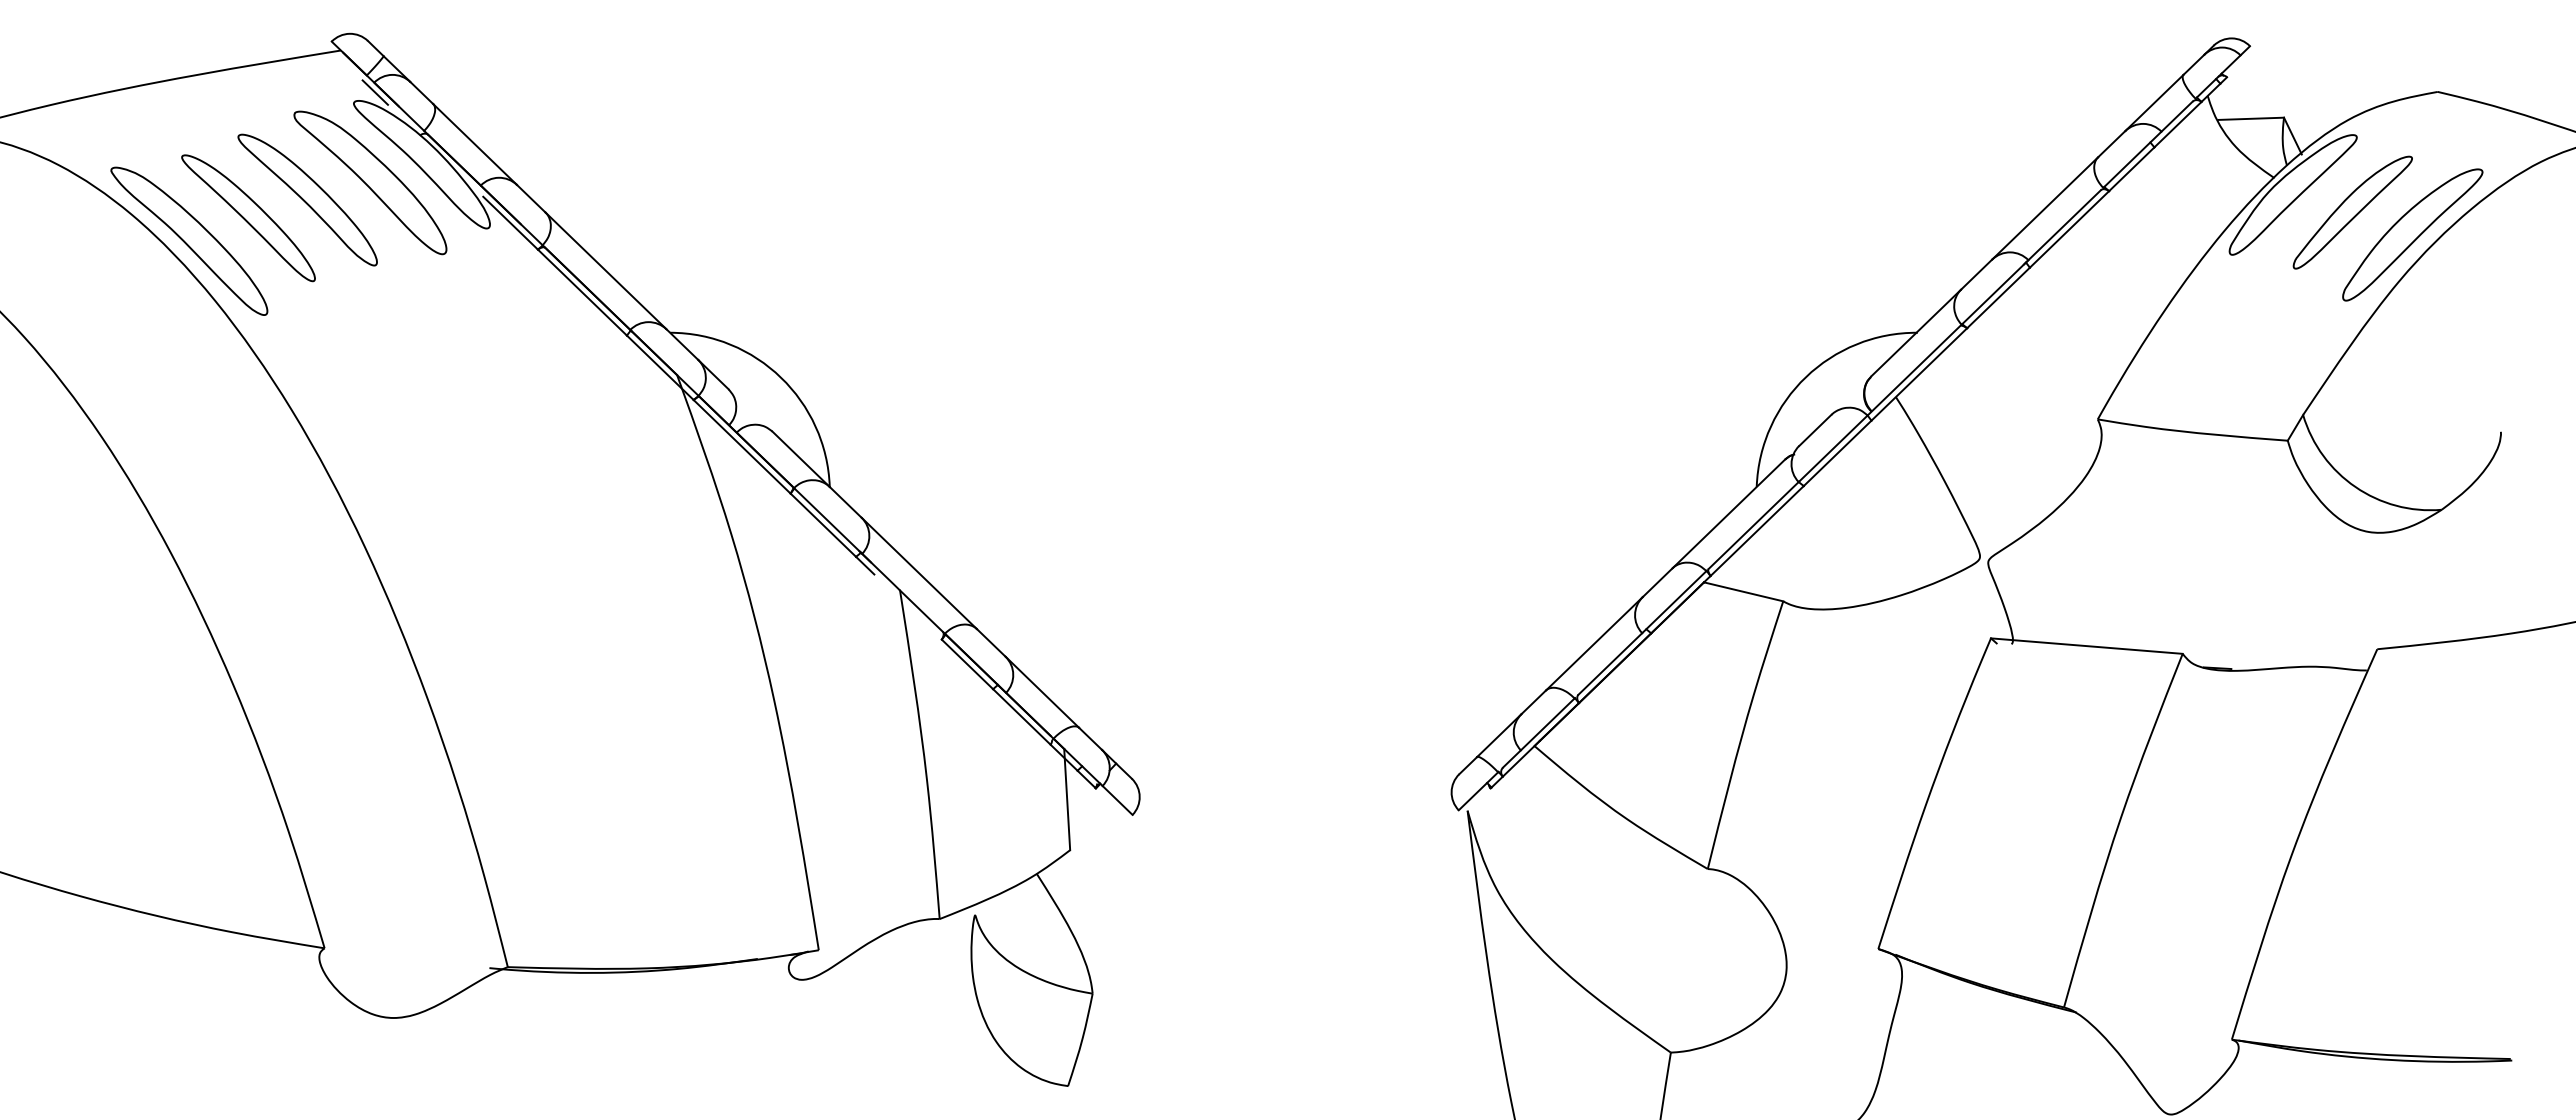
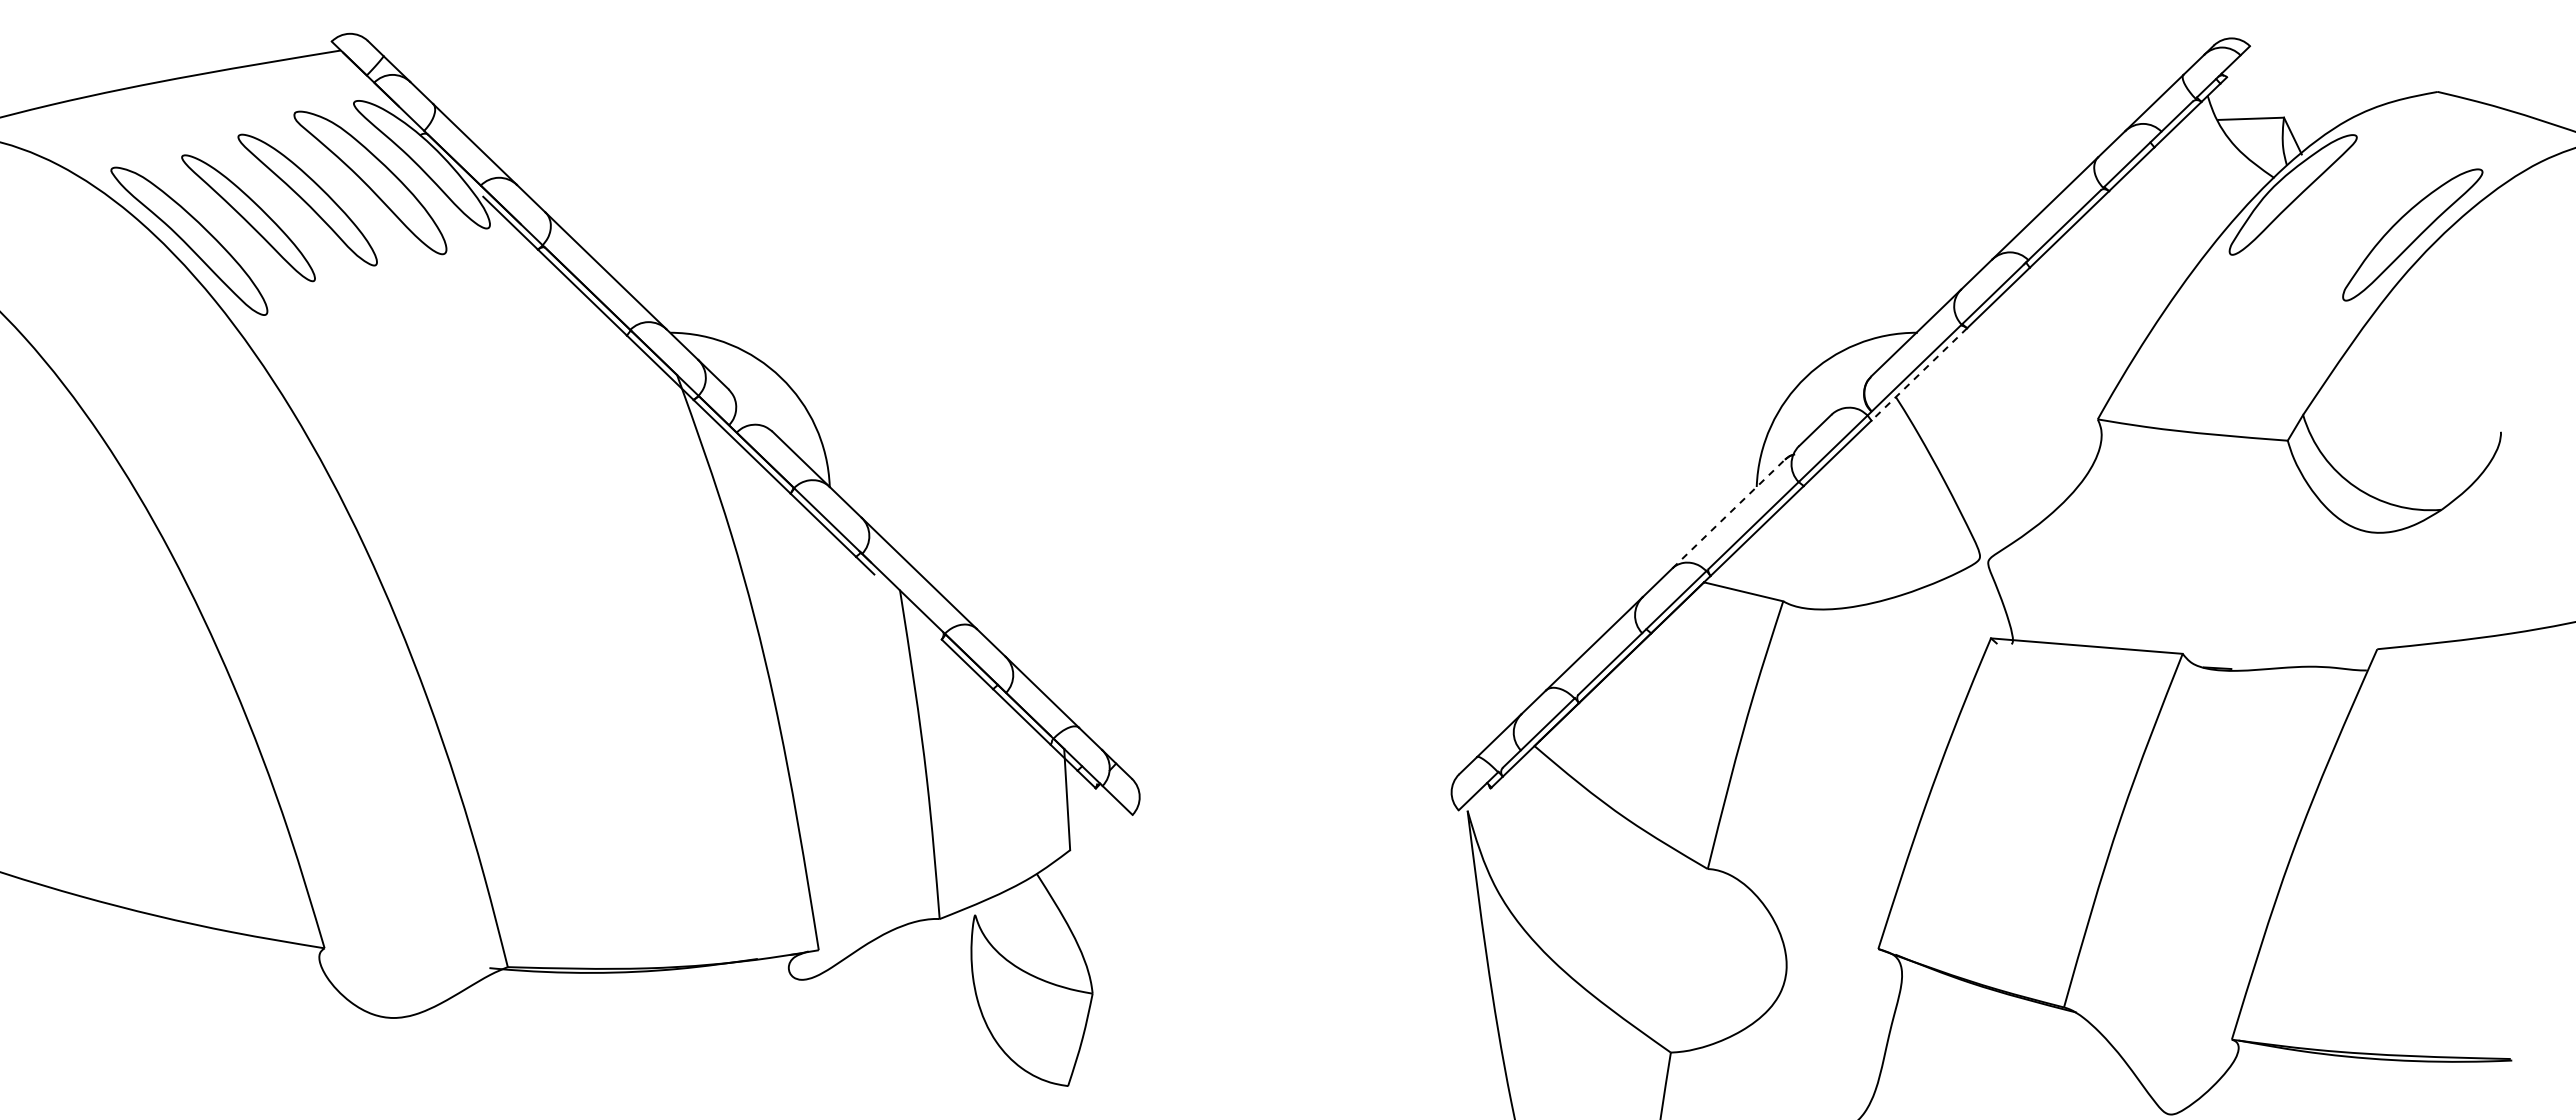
line at (374, 92): present -> none
part at (2352, 212): present -> none
line at (1919, 374): solid -> dashed
line at (1729, 513): solid -> dashed
